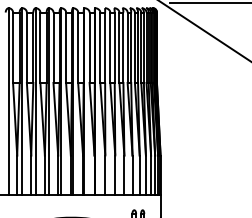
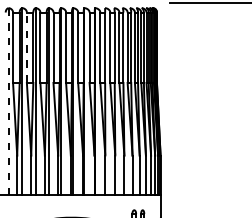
line at (204, 31): present -> none
line at (26, 47): solid -> dashed
line at (8, 101): solid -> dashed
